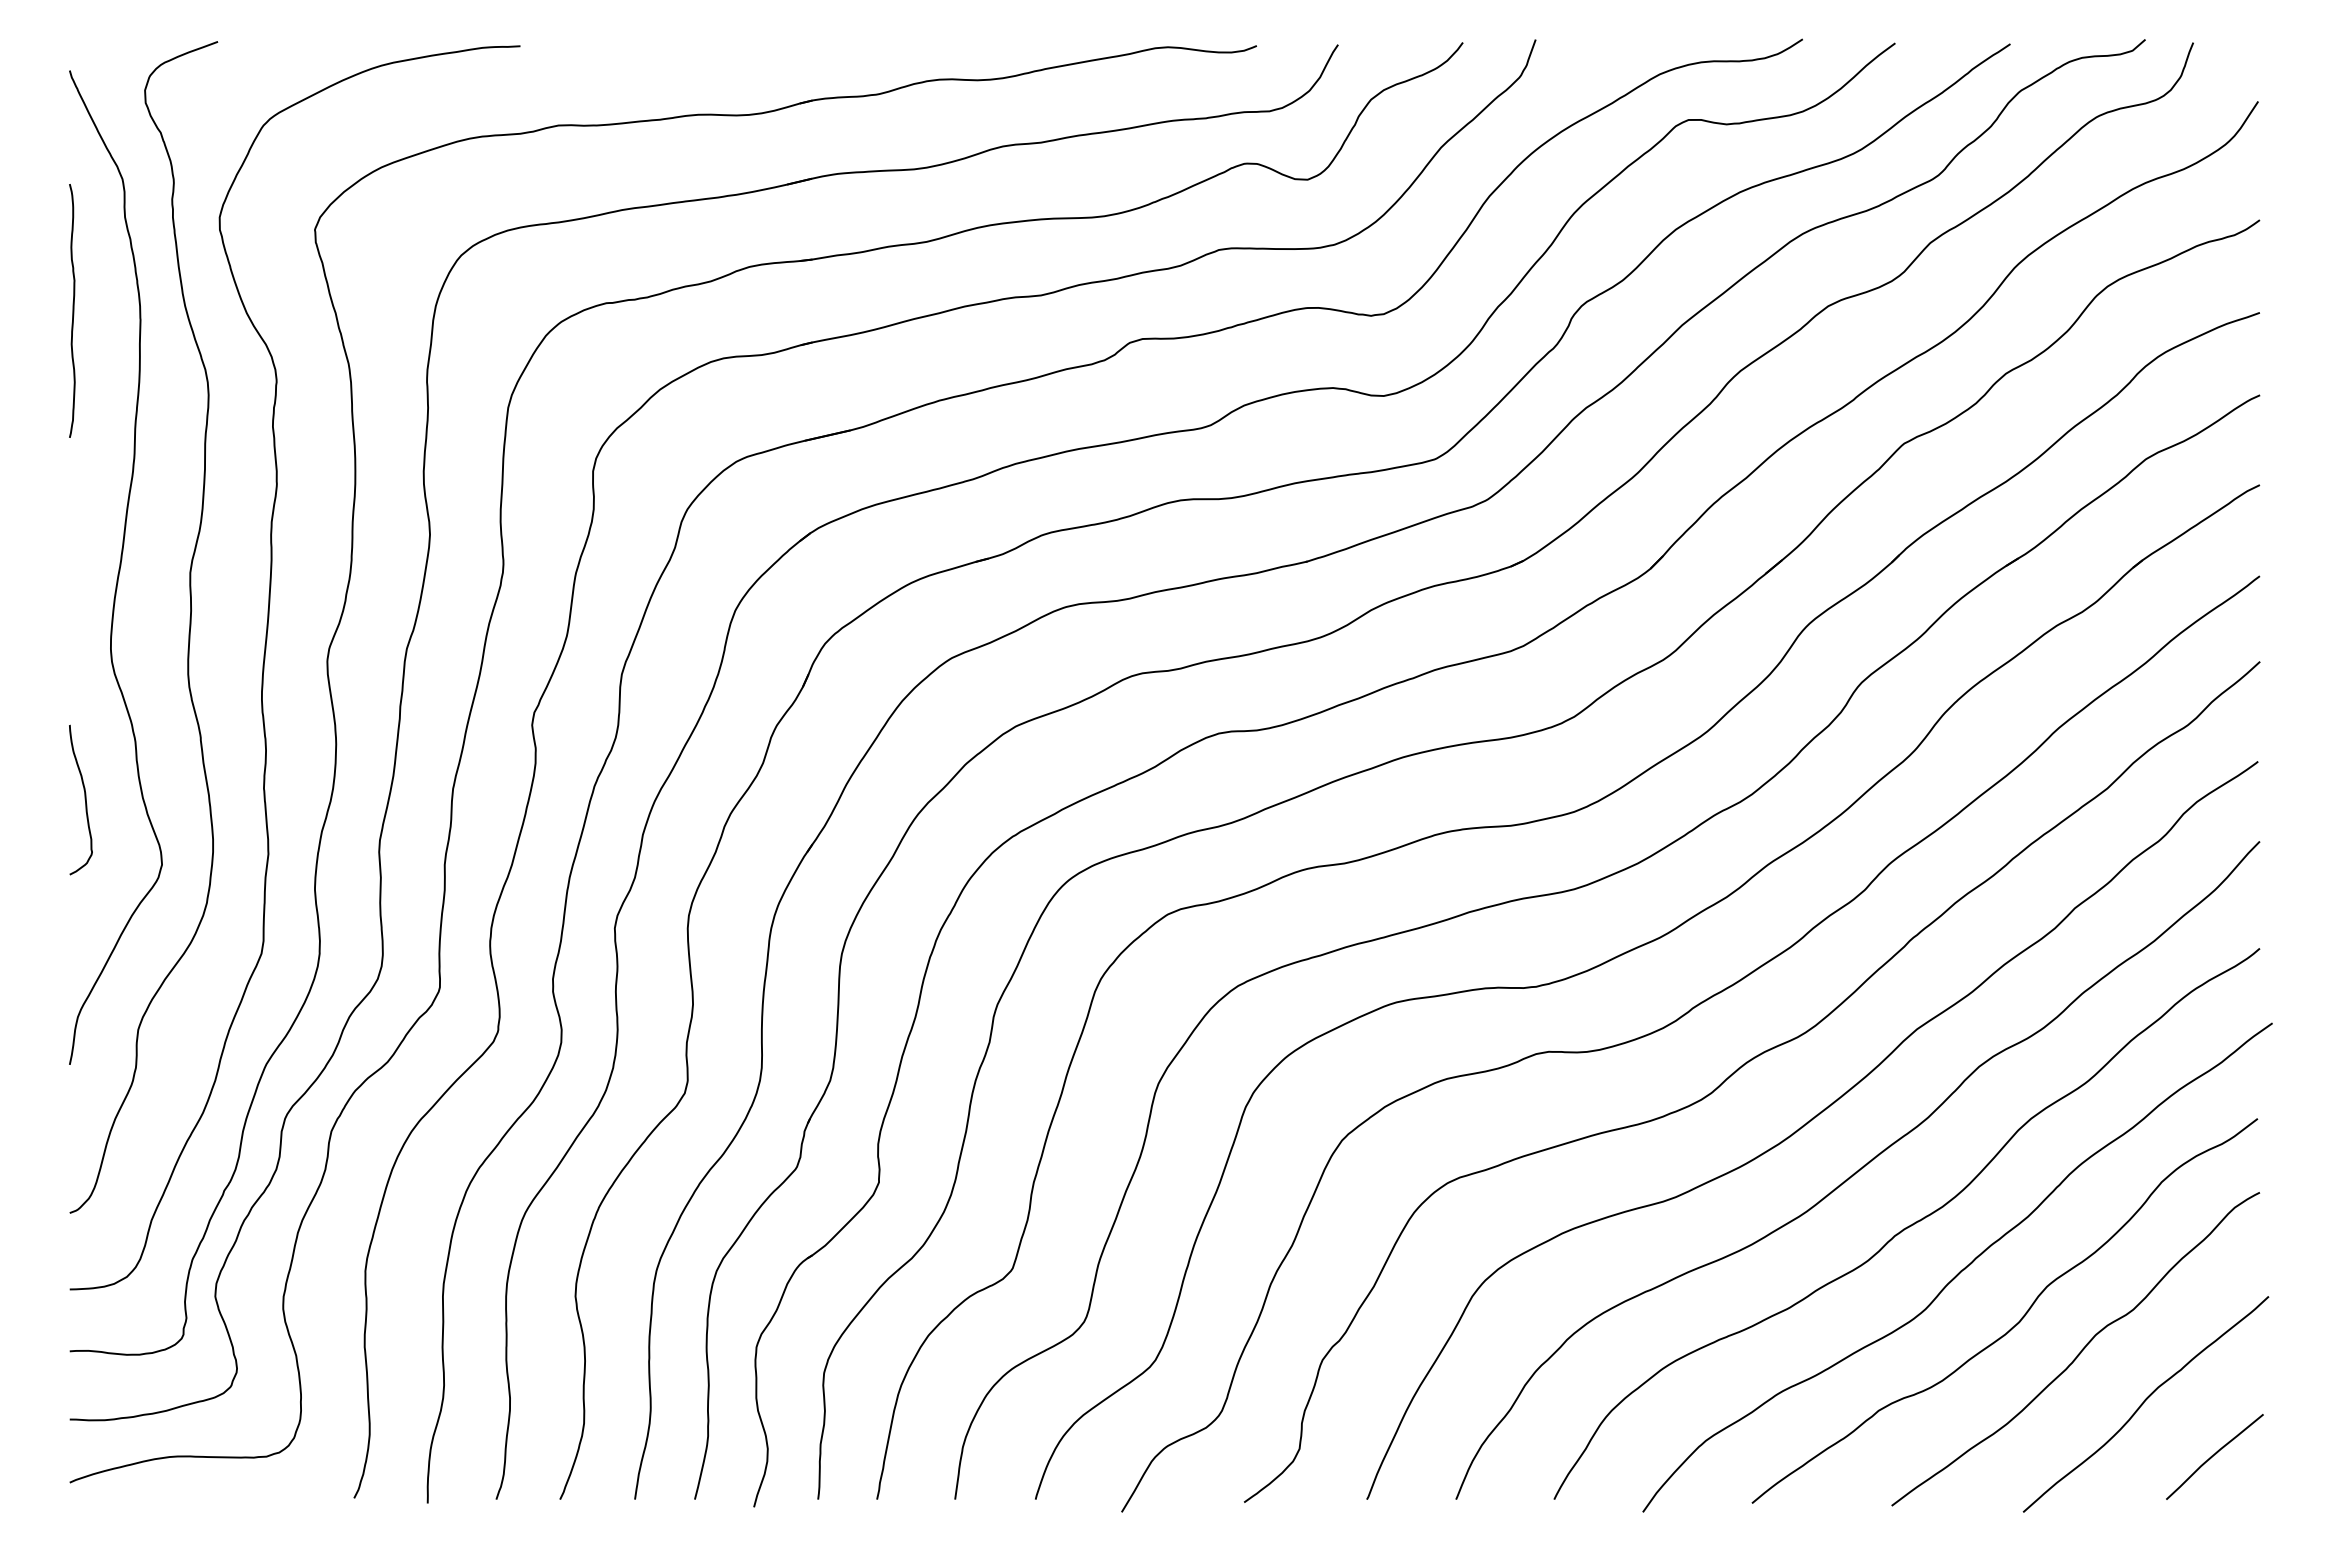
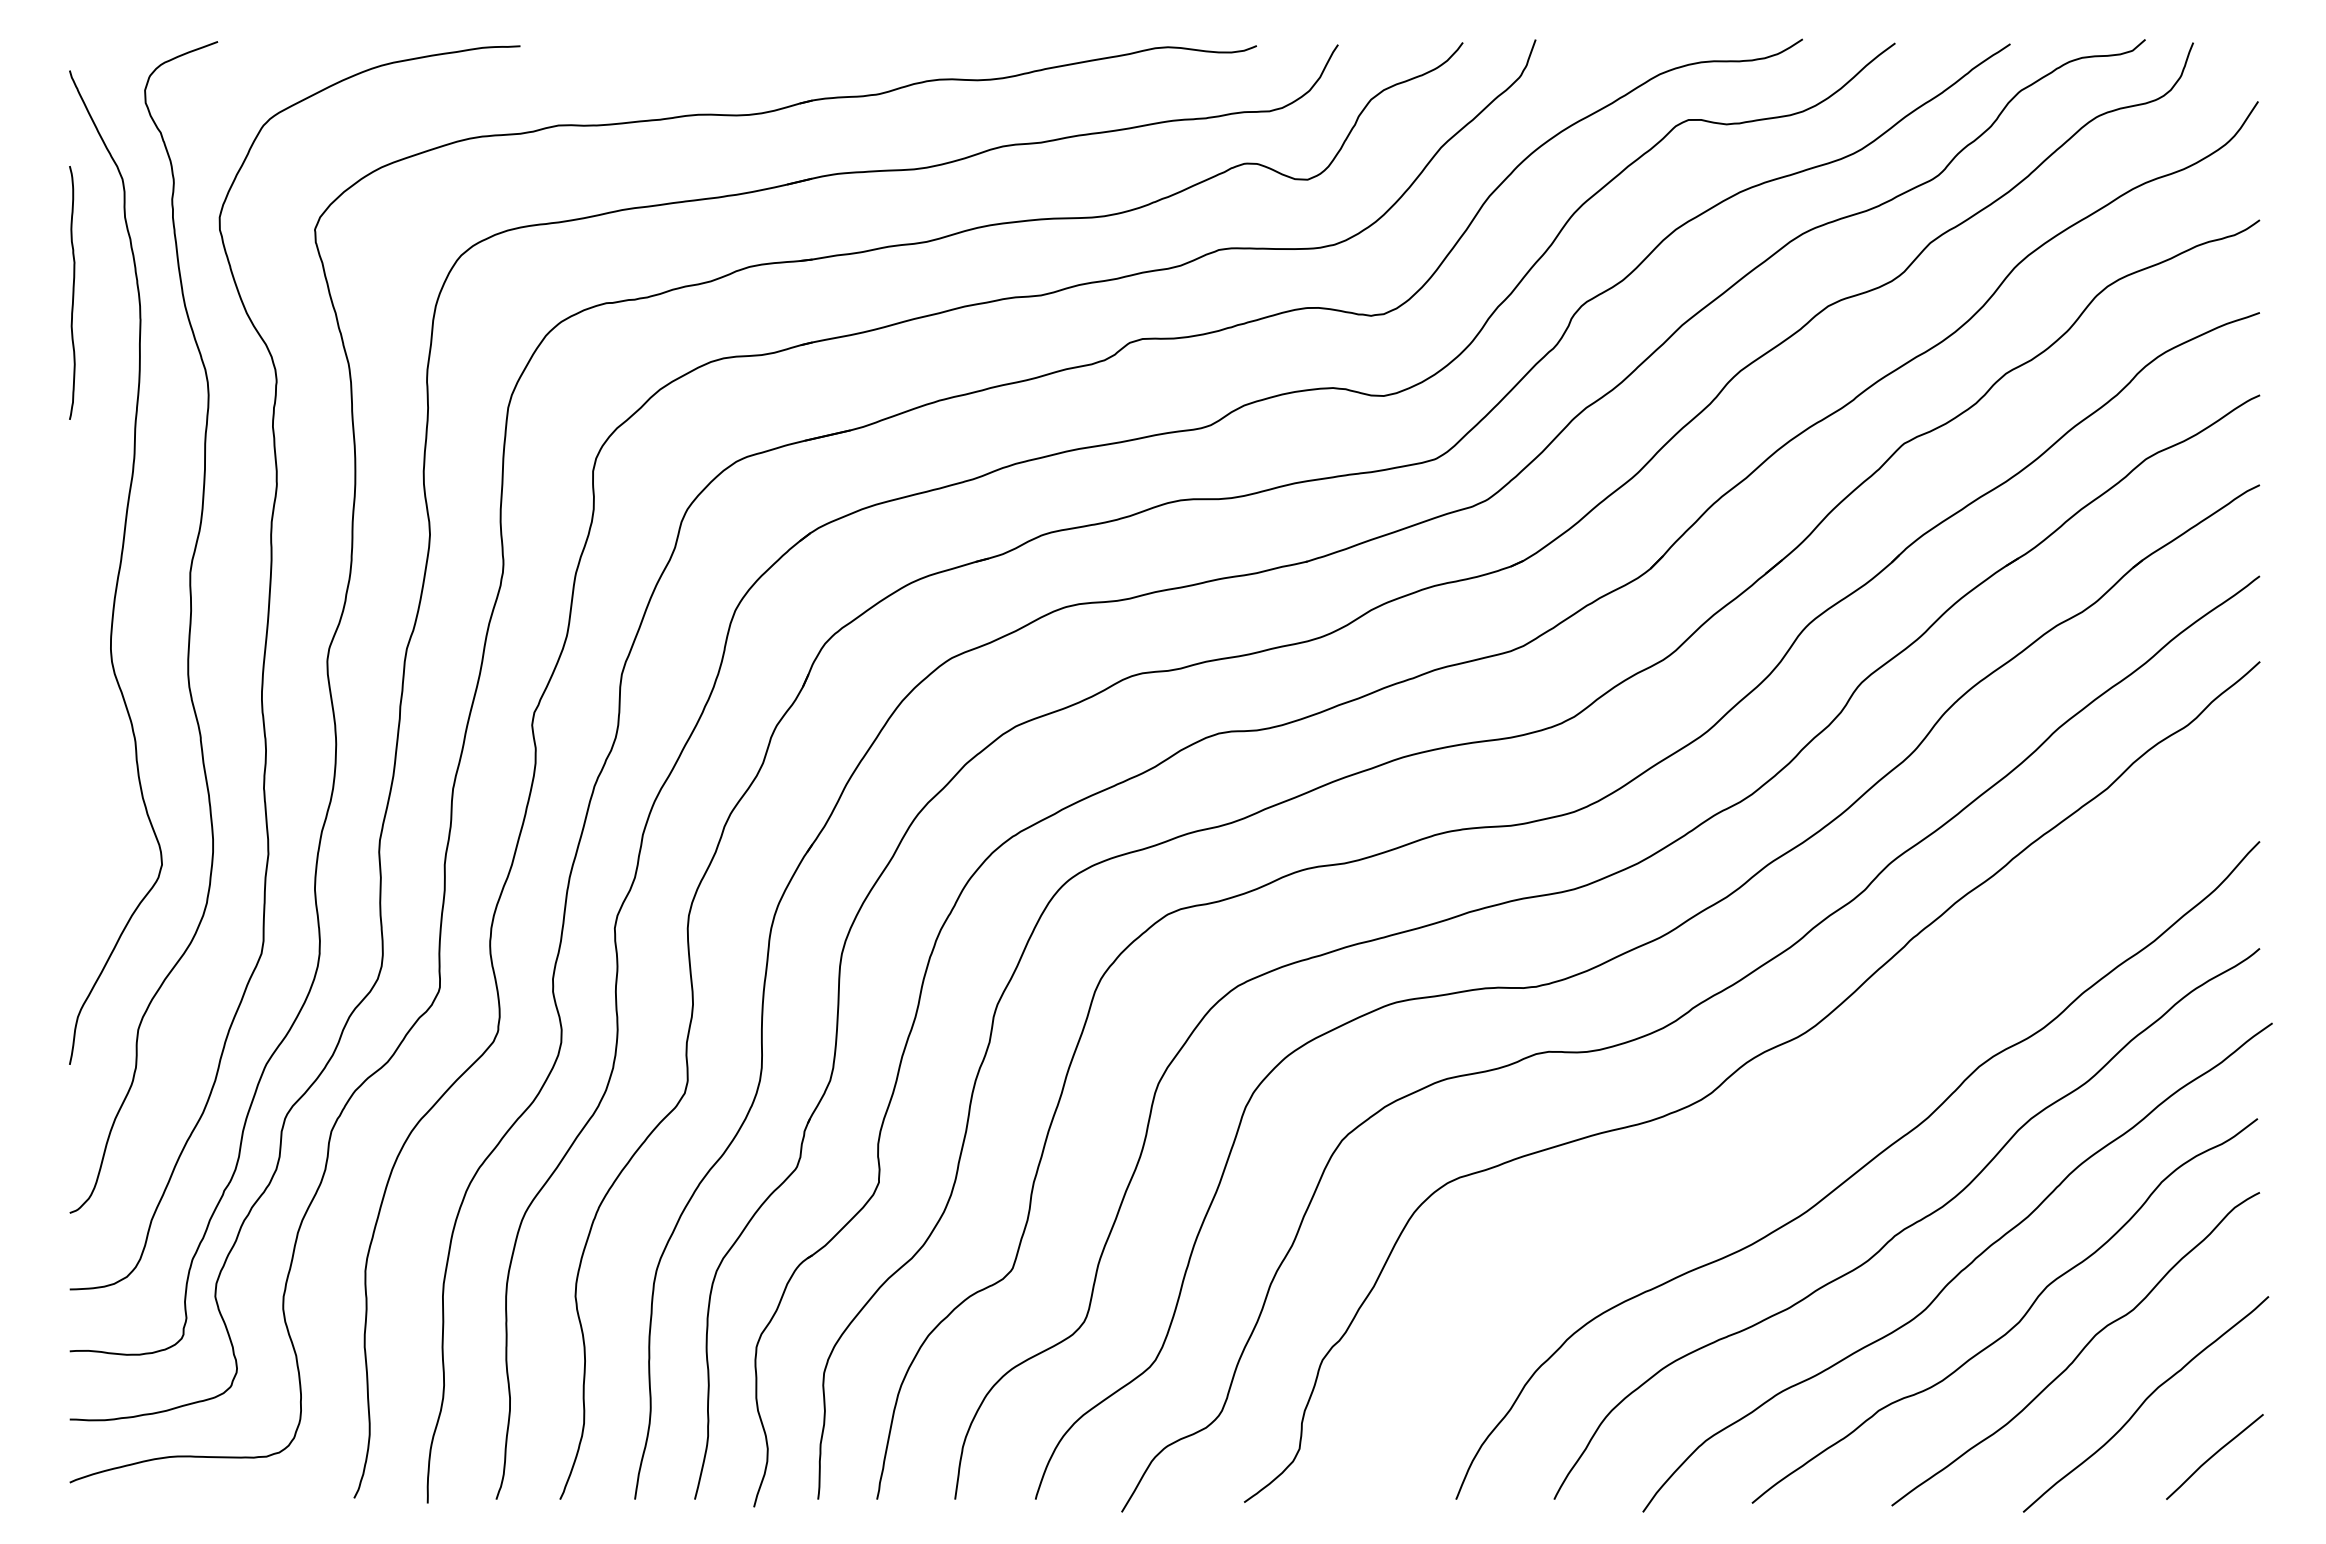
curve at (72, 310) position: (72, 310) -> (72, 292)
curve at (84, 799): present -> none
curve at (1807, 1124): present -> none
